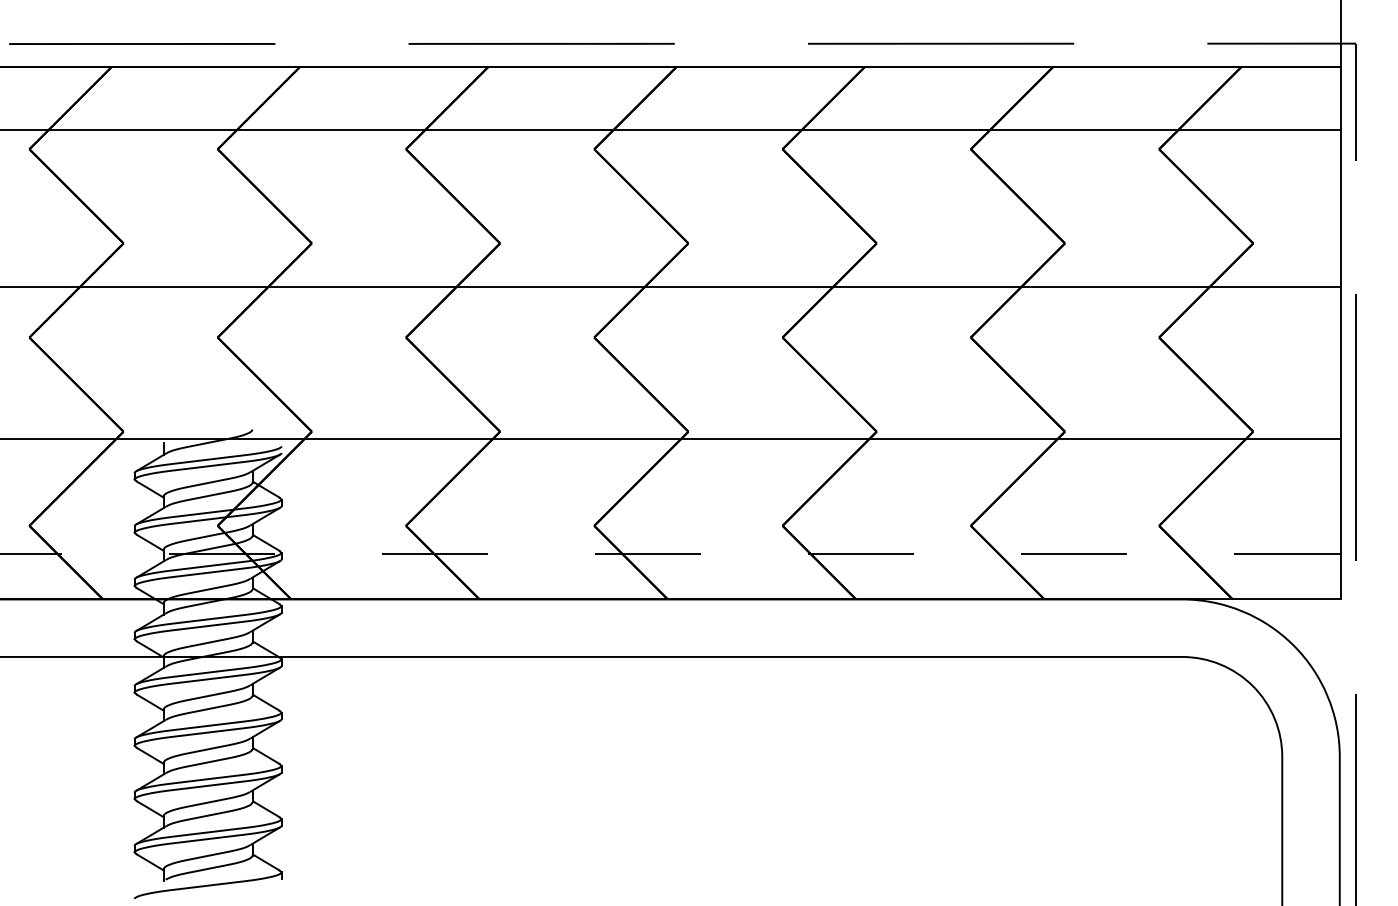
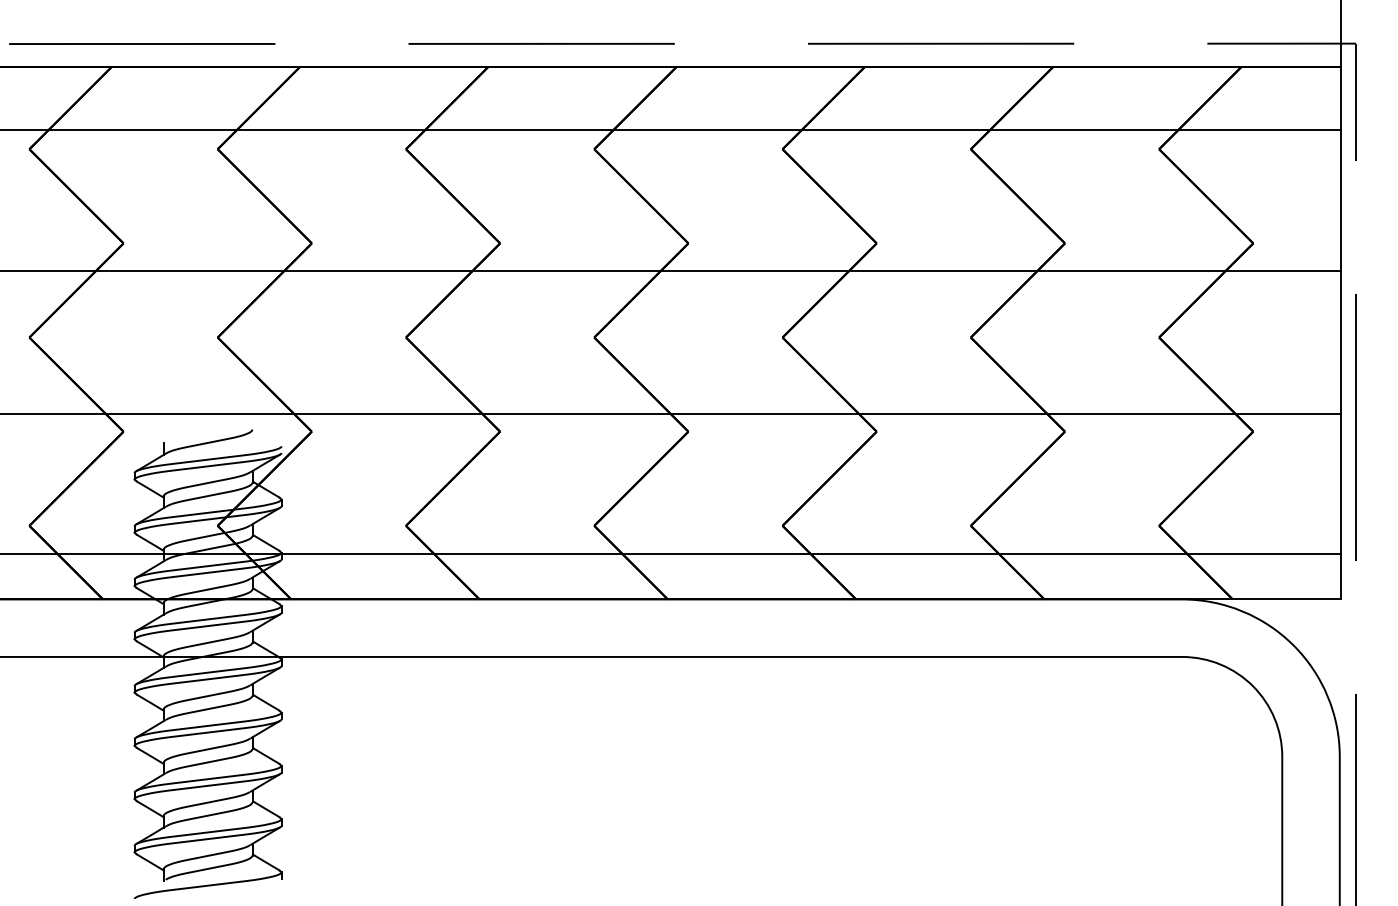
line at (671, 287) position: (671, 287) -> (671, 271)
line at (671, 439) position: (671, 439) -> (671, 414)
line at (669, 554): dashed -> solid
